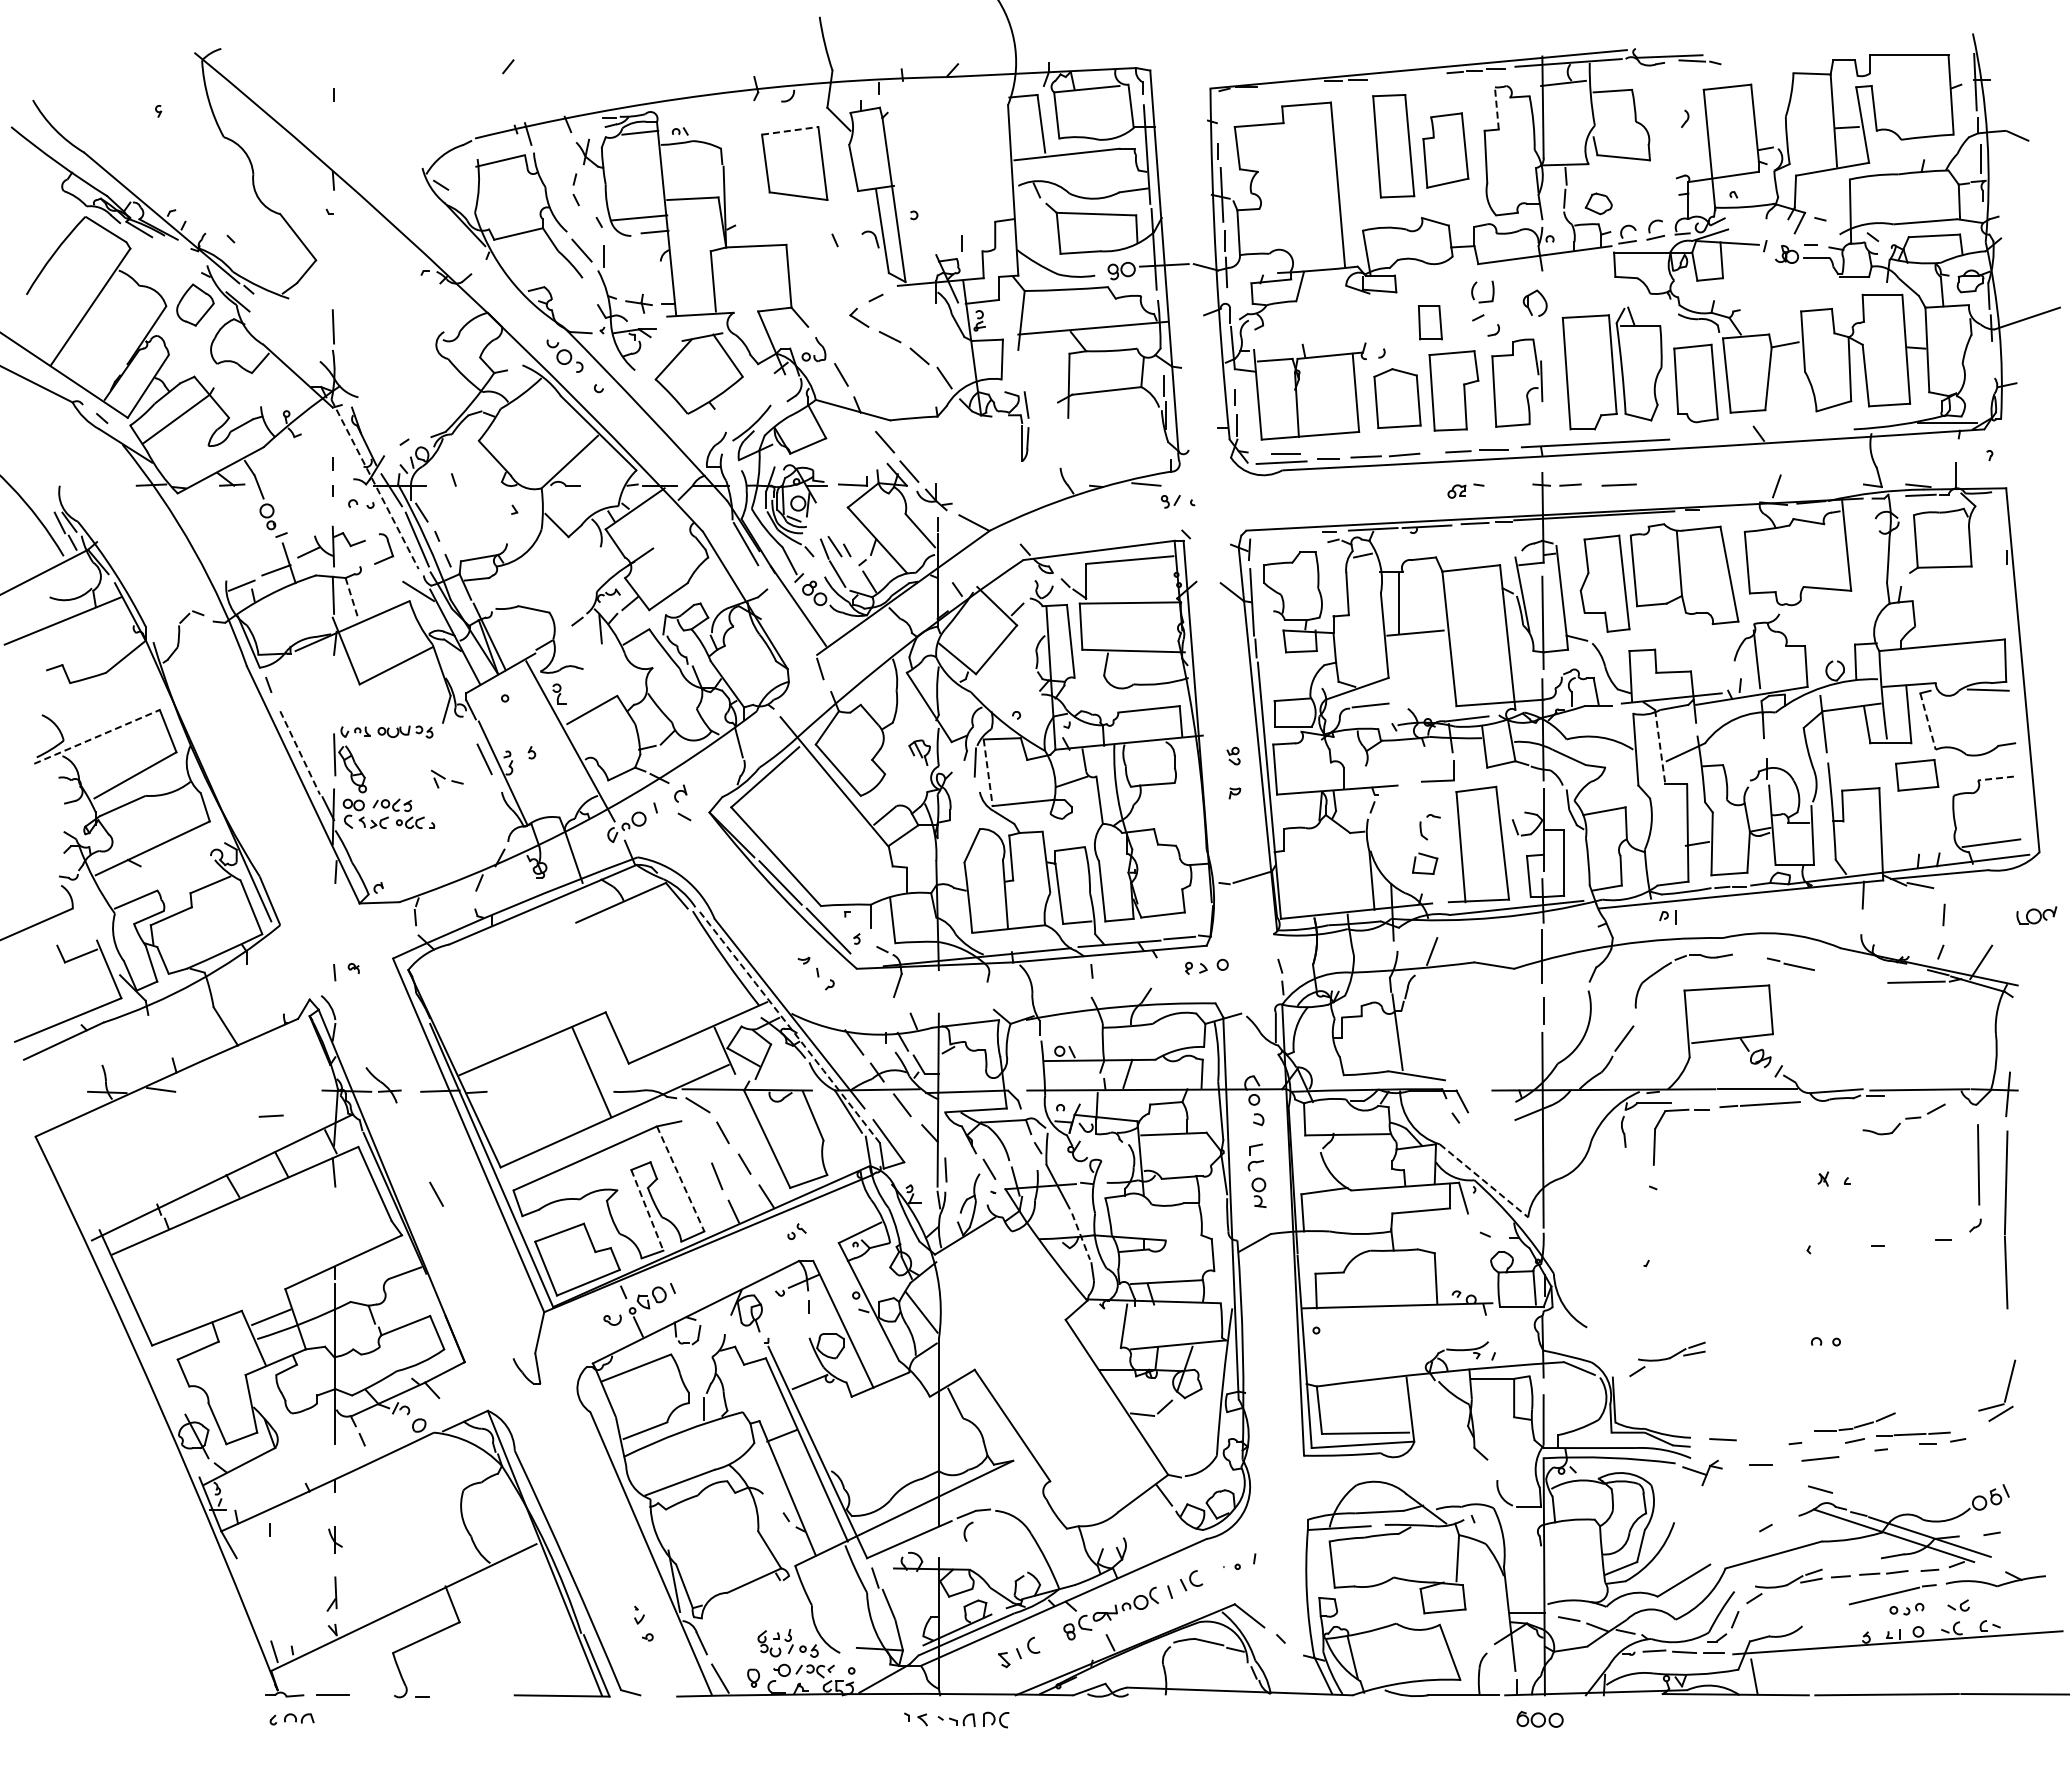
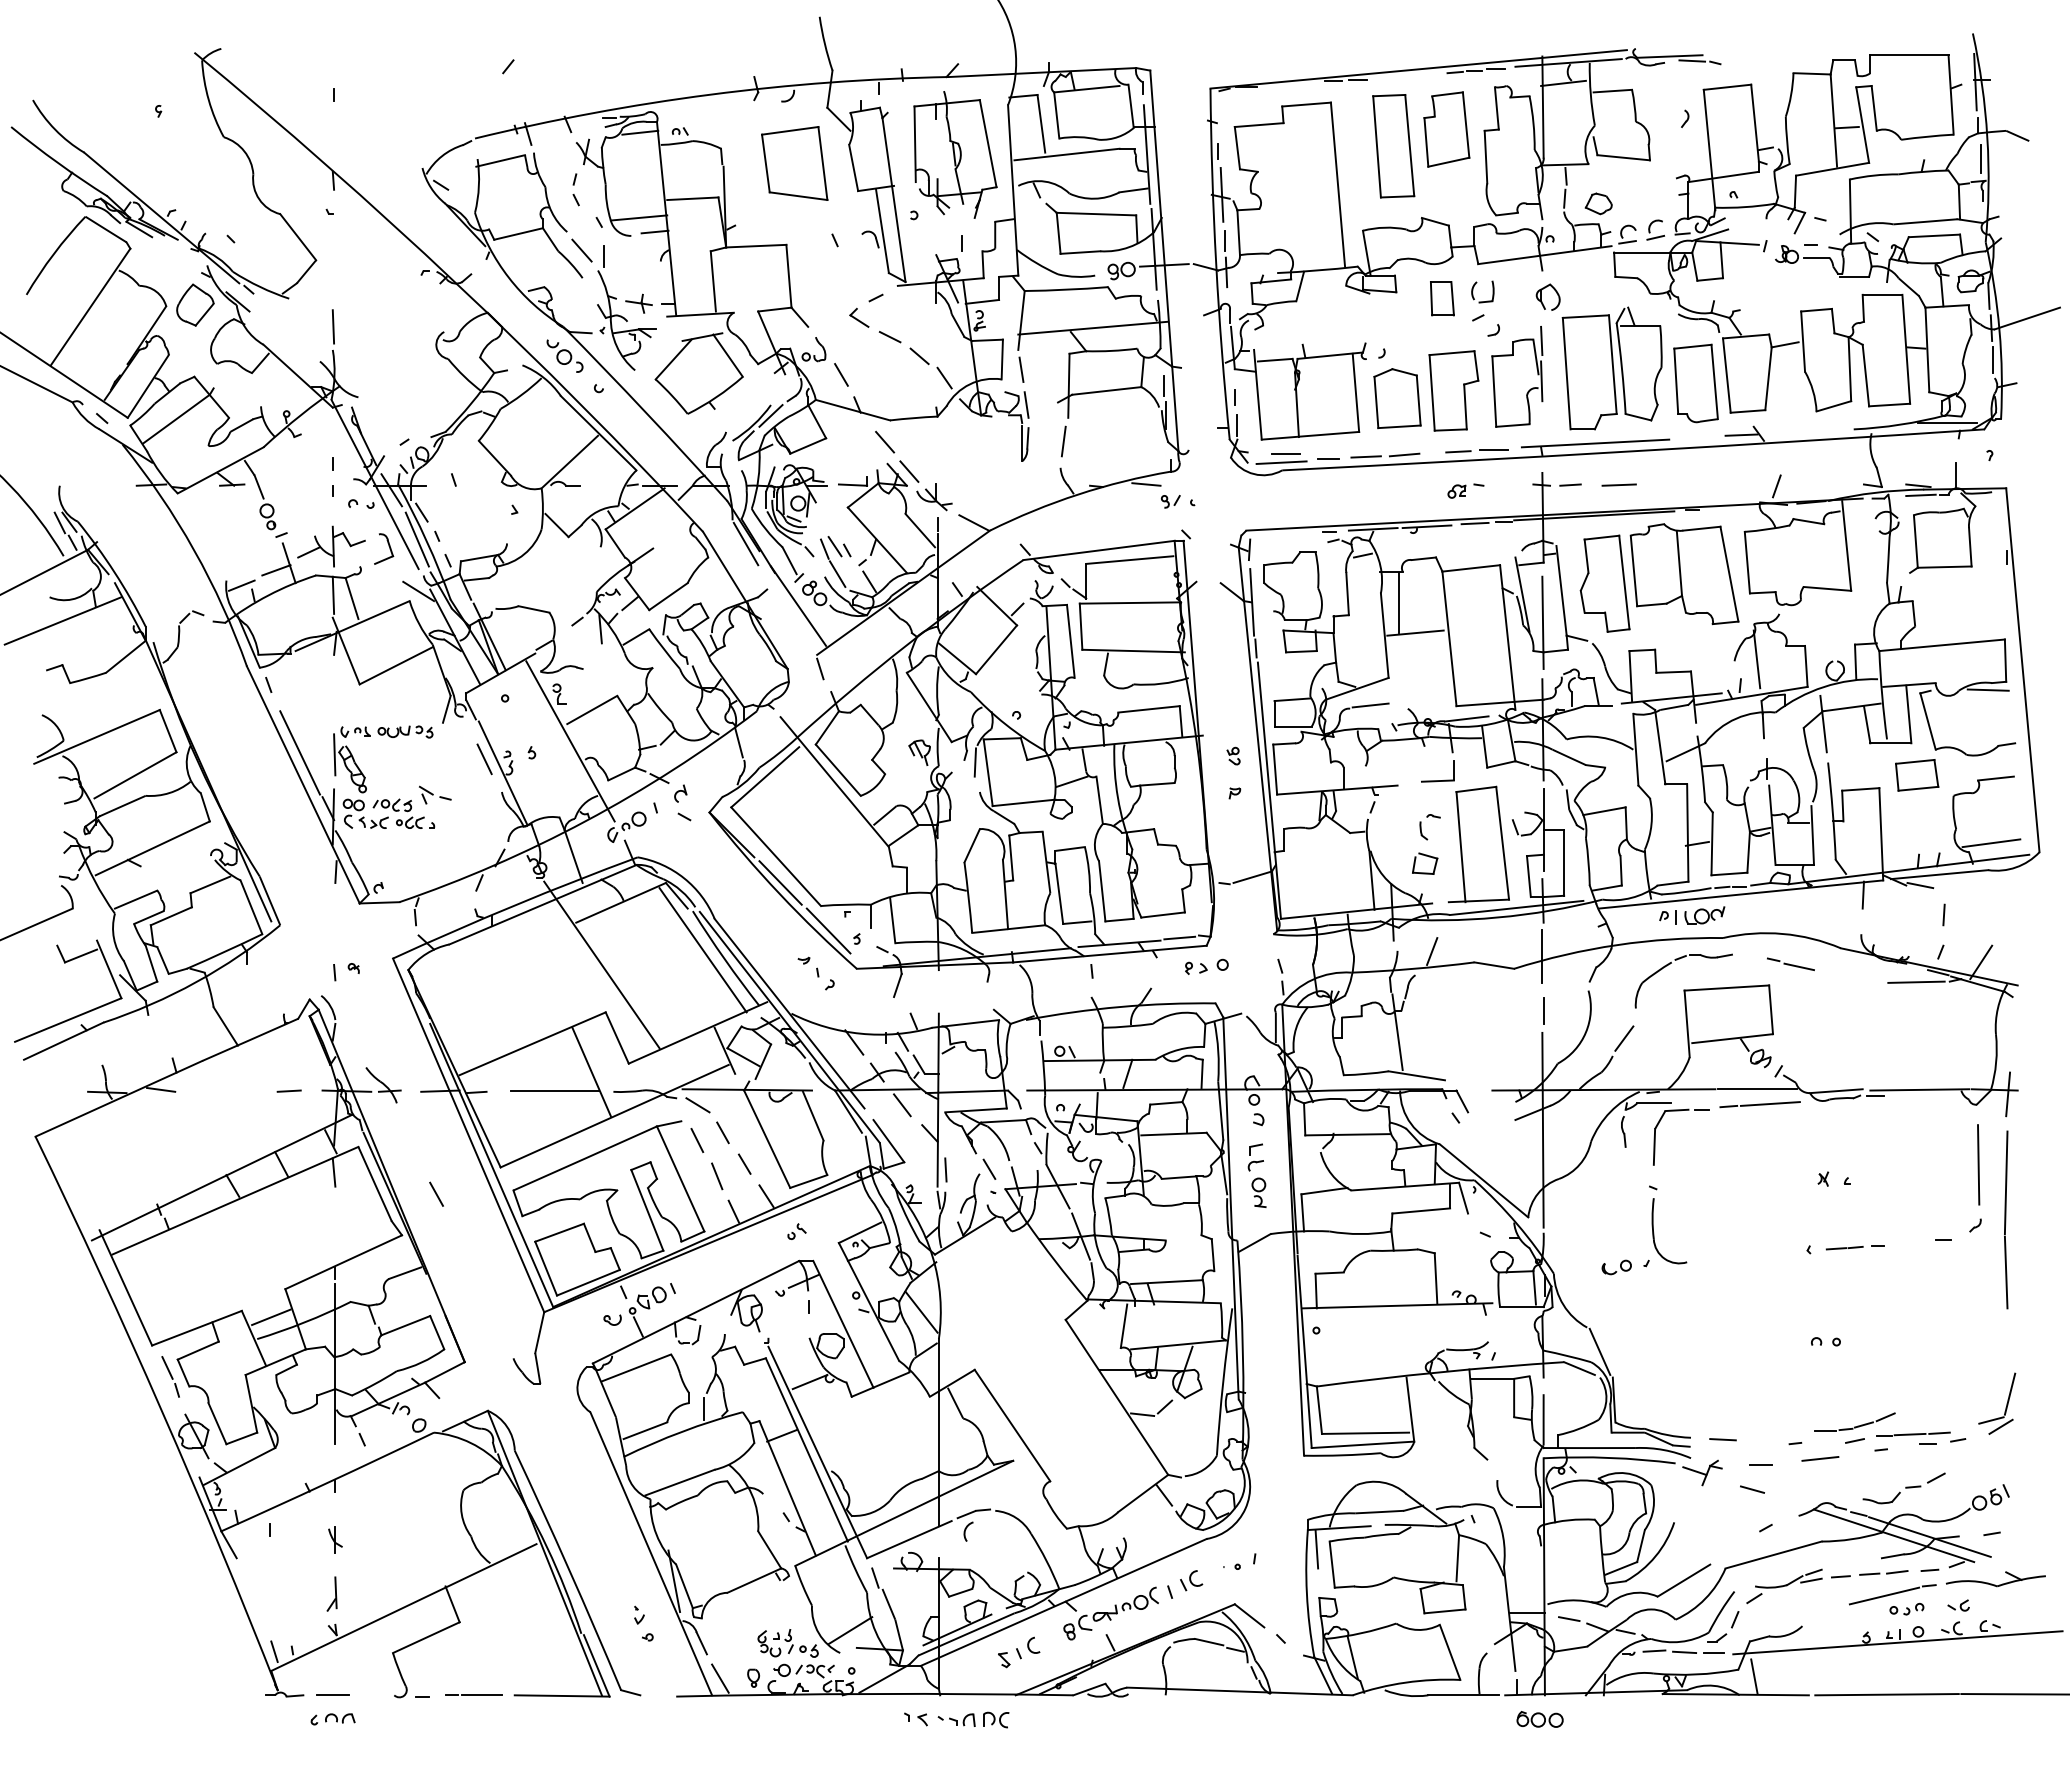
line at (1496, 107): dashed -> solid
line at (790, 130): dashed -> solid
part at (1445, 150) position: (1445, 150) -> (1446, 129)
part at (955, 154): none -> present
part at (1534, 302) position: (1534, 302) -> (1547, 296)
part at (1430, 322) position: (1430, 322) -> (1442, 298)
line at (1541, 340): none -> present
line at (1993, 360): none -> present
line at (1021, 369): none -> present
line at (770, 415): none -> present
line at (1741, 434): none -> present
line at (1063, 441): none -> present
line at (375, 484): dashed -> solid
line at (352, 599): dashed -> solid
line at (1928, 722): dashed -> solid
line at (97, 736): dashed -> solid
line at (1660, 747): dashed -> solid
line at (300, 753): dashed -> solid
line at (988, 772): dashed -> solid
part at (447, 778) position: (447, 778) -> (435, 794)
line at (1995, 778): dashed -> solid
part at (2036, 915) position: (2036, 915) -> (1704, 915)
line at (702, 950): none -> present
line at (601, 964): none -> present
arc at (789, 1027): dashed -> solid
line at (554, 1090): none -> present
line at (270, 1115) position: (270, 1115) -> (288, 1090)
part at (1903, 1119) position: (1903, 1119) -> (1903, 1488)
line at (697, 1140): none -> present
line at (680, 1178): dashed -> solid
line at (1484, 1181): dashed -> solid
line at (647, 1210): dashed -> solid
part at (1654, 1232): none -> present
line at (1081, 1236): dashed -> solid
line at (1844, 1248): none -> present
part at (1616, 1267): none -> present
line at (1599, 1351): none -> present
part at (1667, 1359): present -> none
part at (170, 1376): none -> present
part at (2005, 1394) position: (2005, 1394) -> (2005, 1407)
line at (1820, 1489) position: (1820, 1489) -> (1752, 1489)
line at (1316, 1549): none -> present
line at (850, 1630): none -> present
line at (473, 1694): none -> present
part at (291, 1719) position: (291, 1719) -> (332, 1719)
